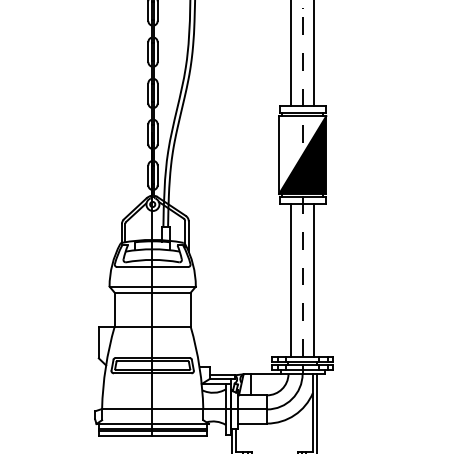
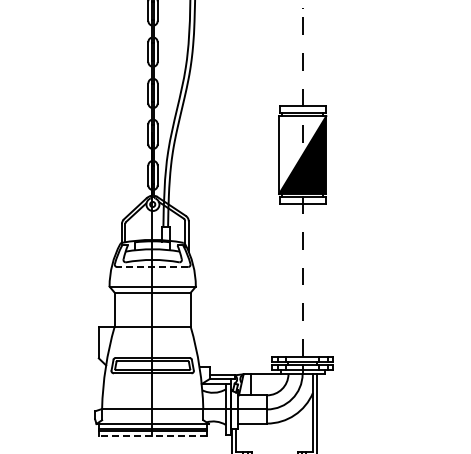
line at (290, 54): present -> none
line at (314, 54): present -> none
line at (152, 267): solid -> dashed
line at (290, 279): present -> none
line at (314, 279): present -> none
line at (152, 436): solid -> dashed
